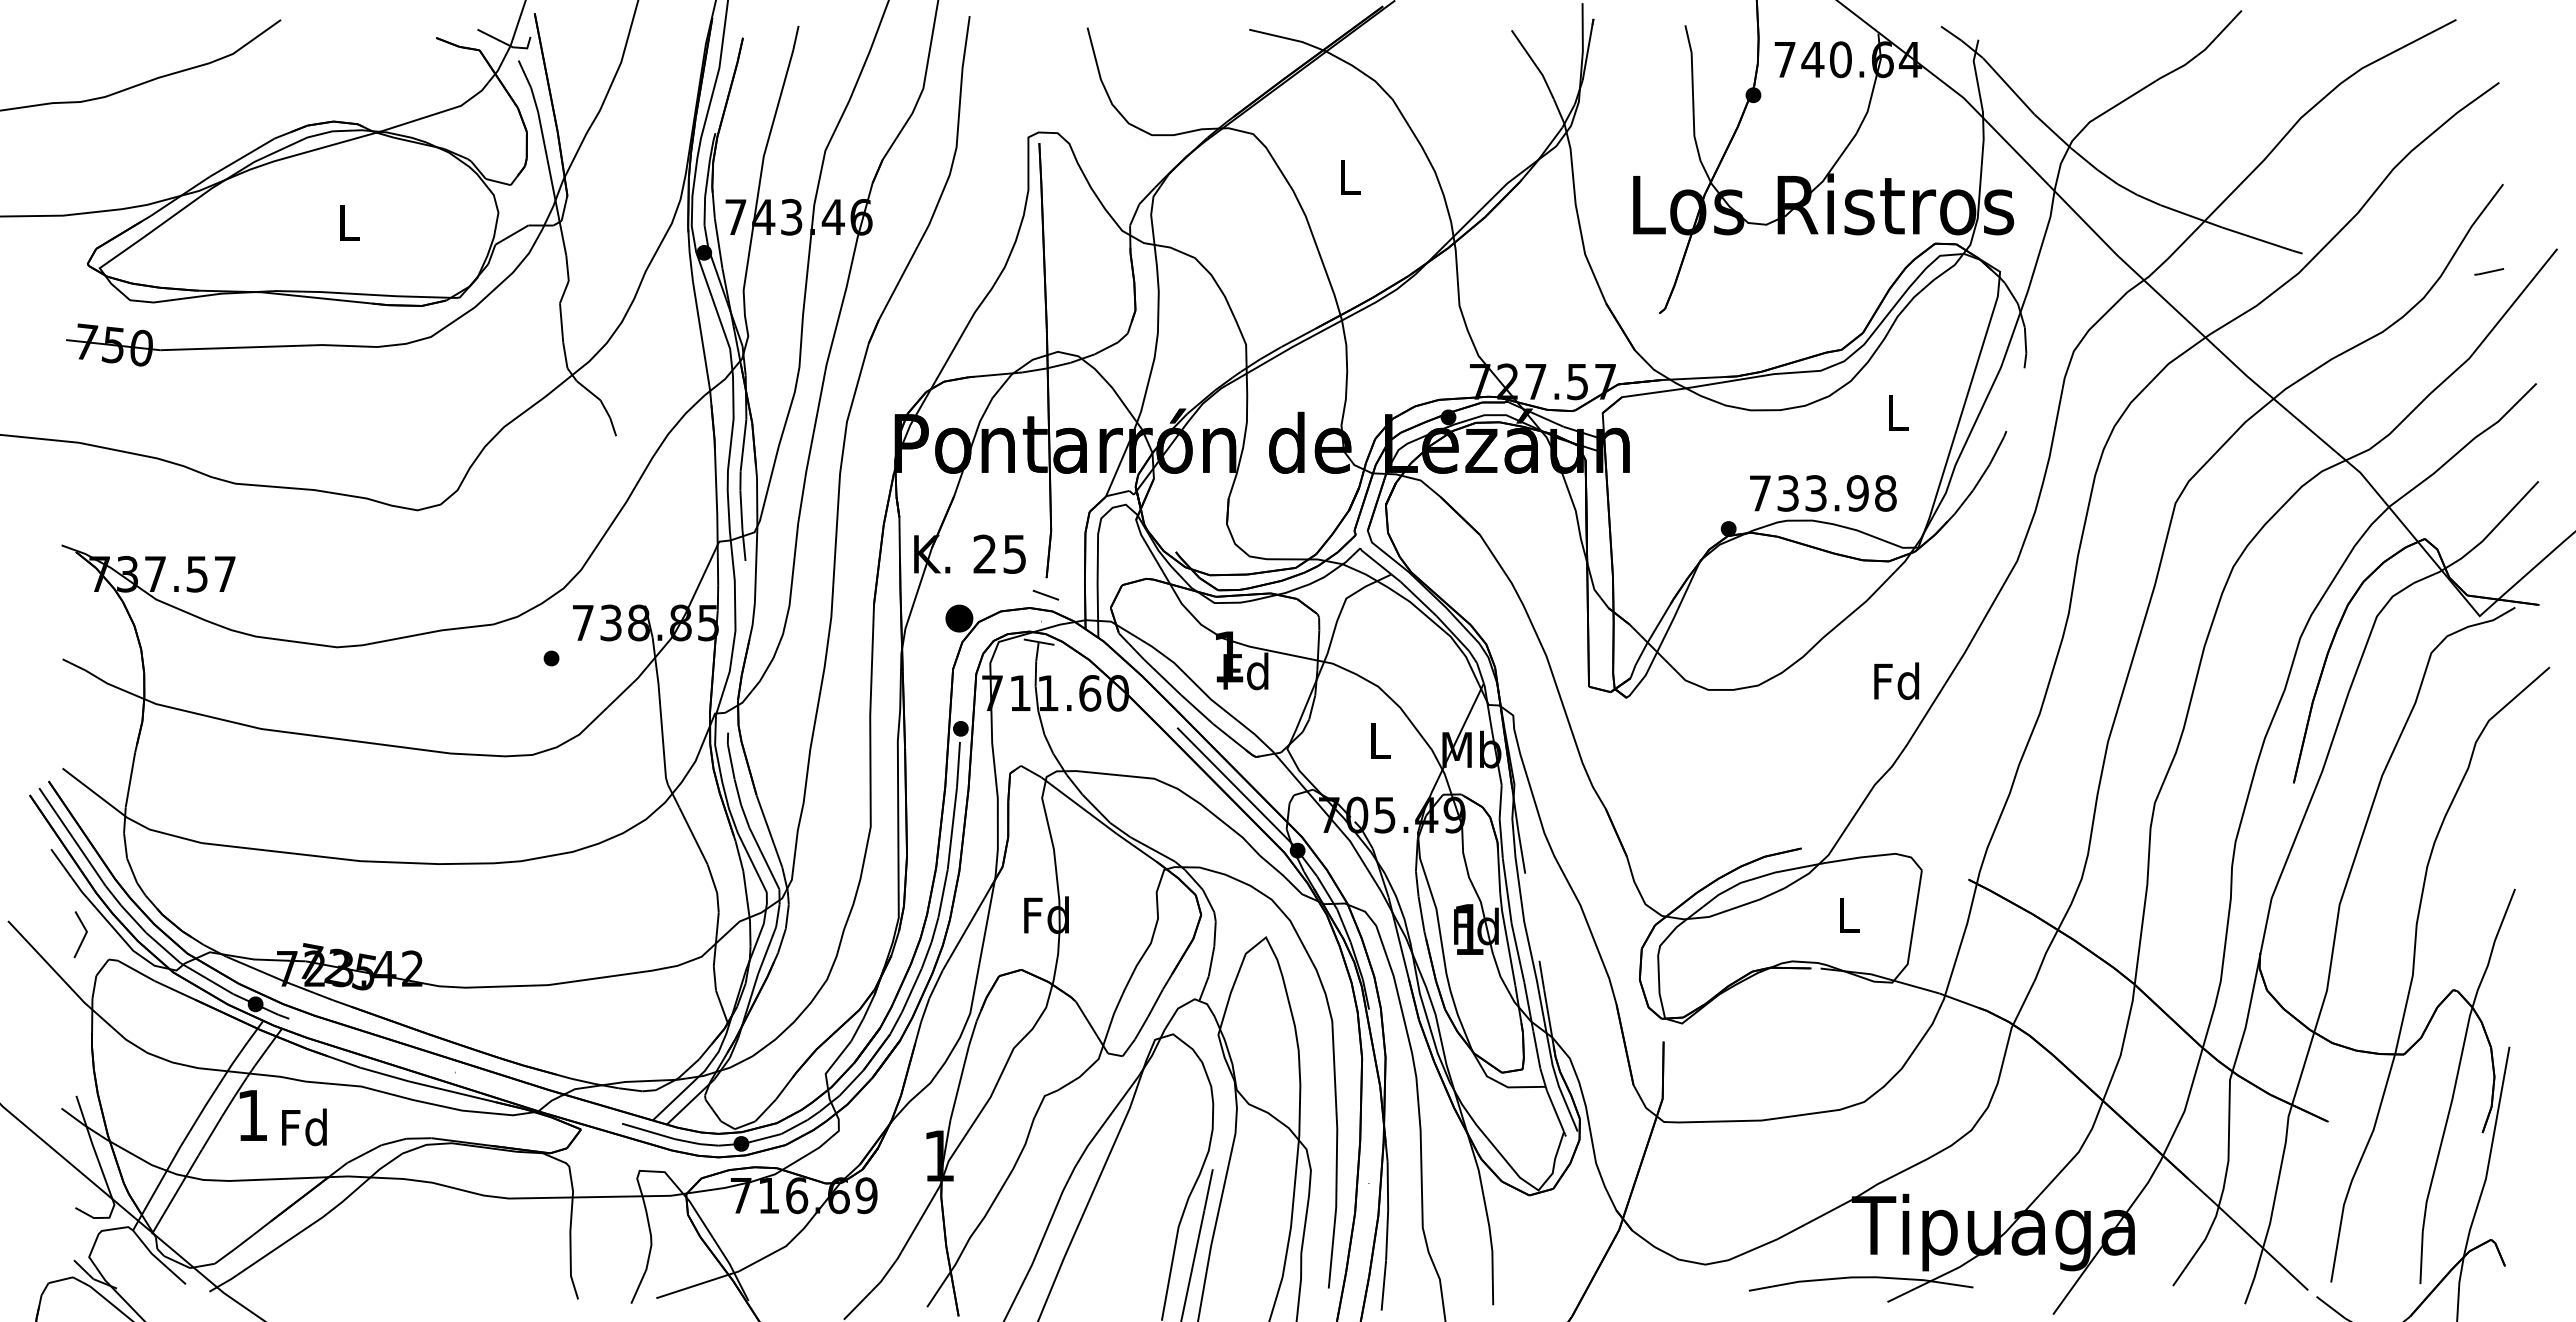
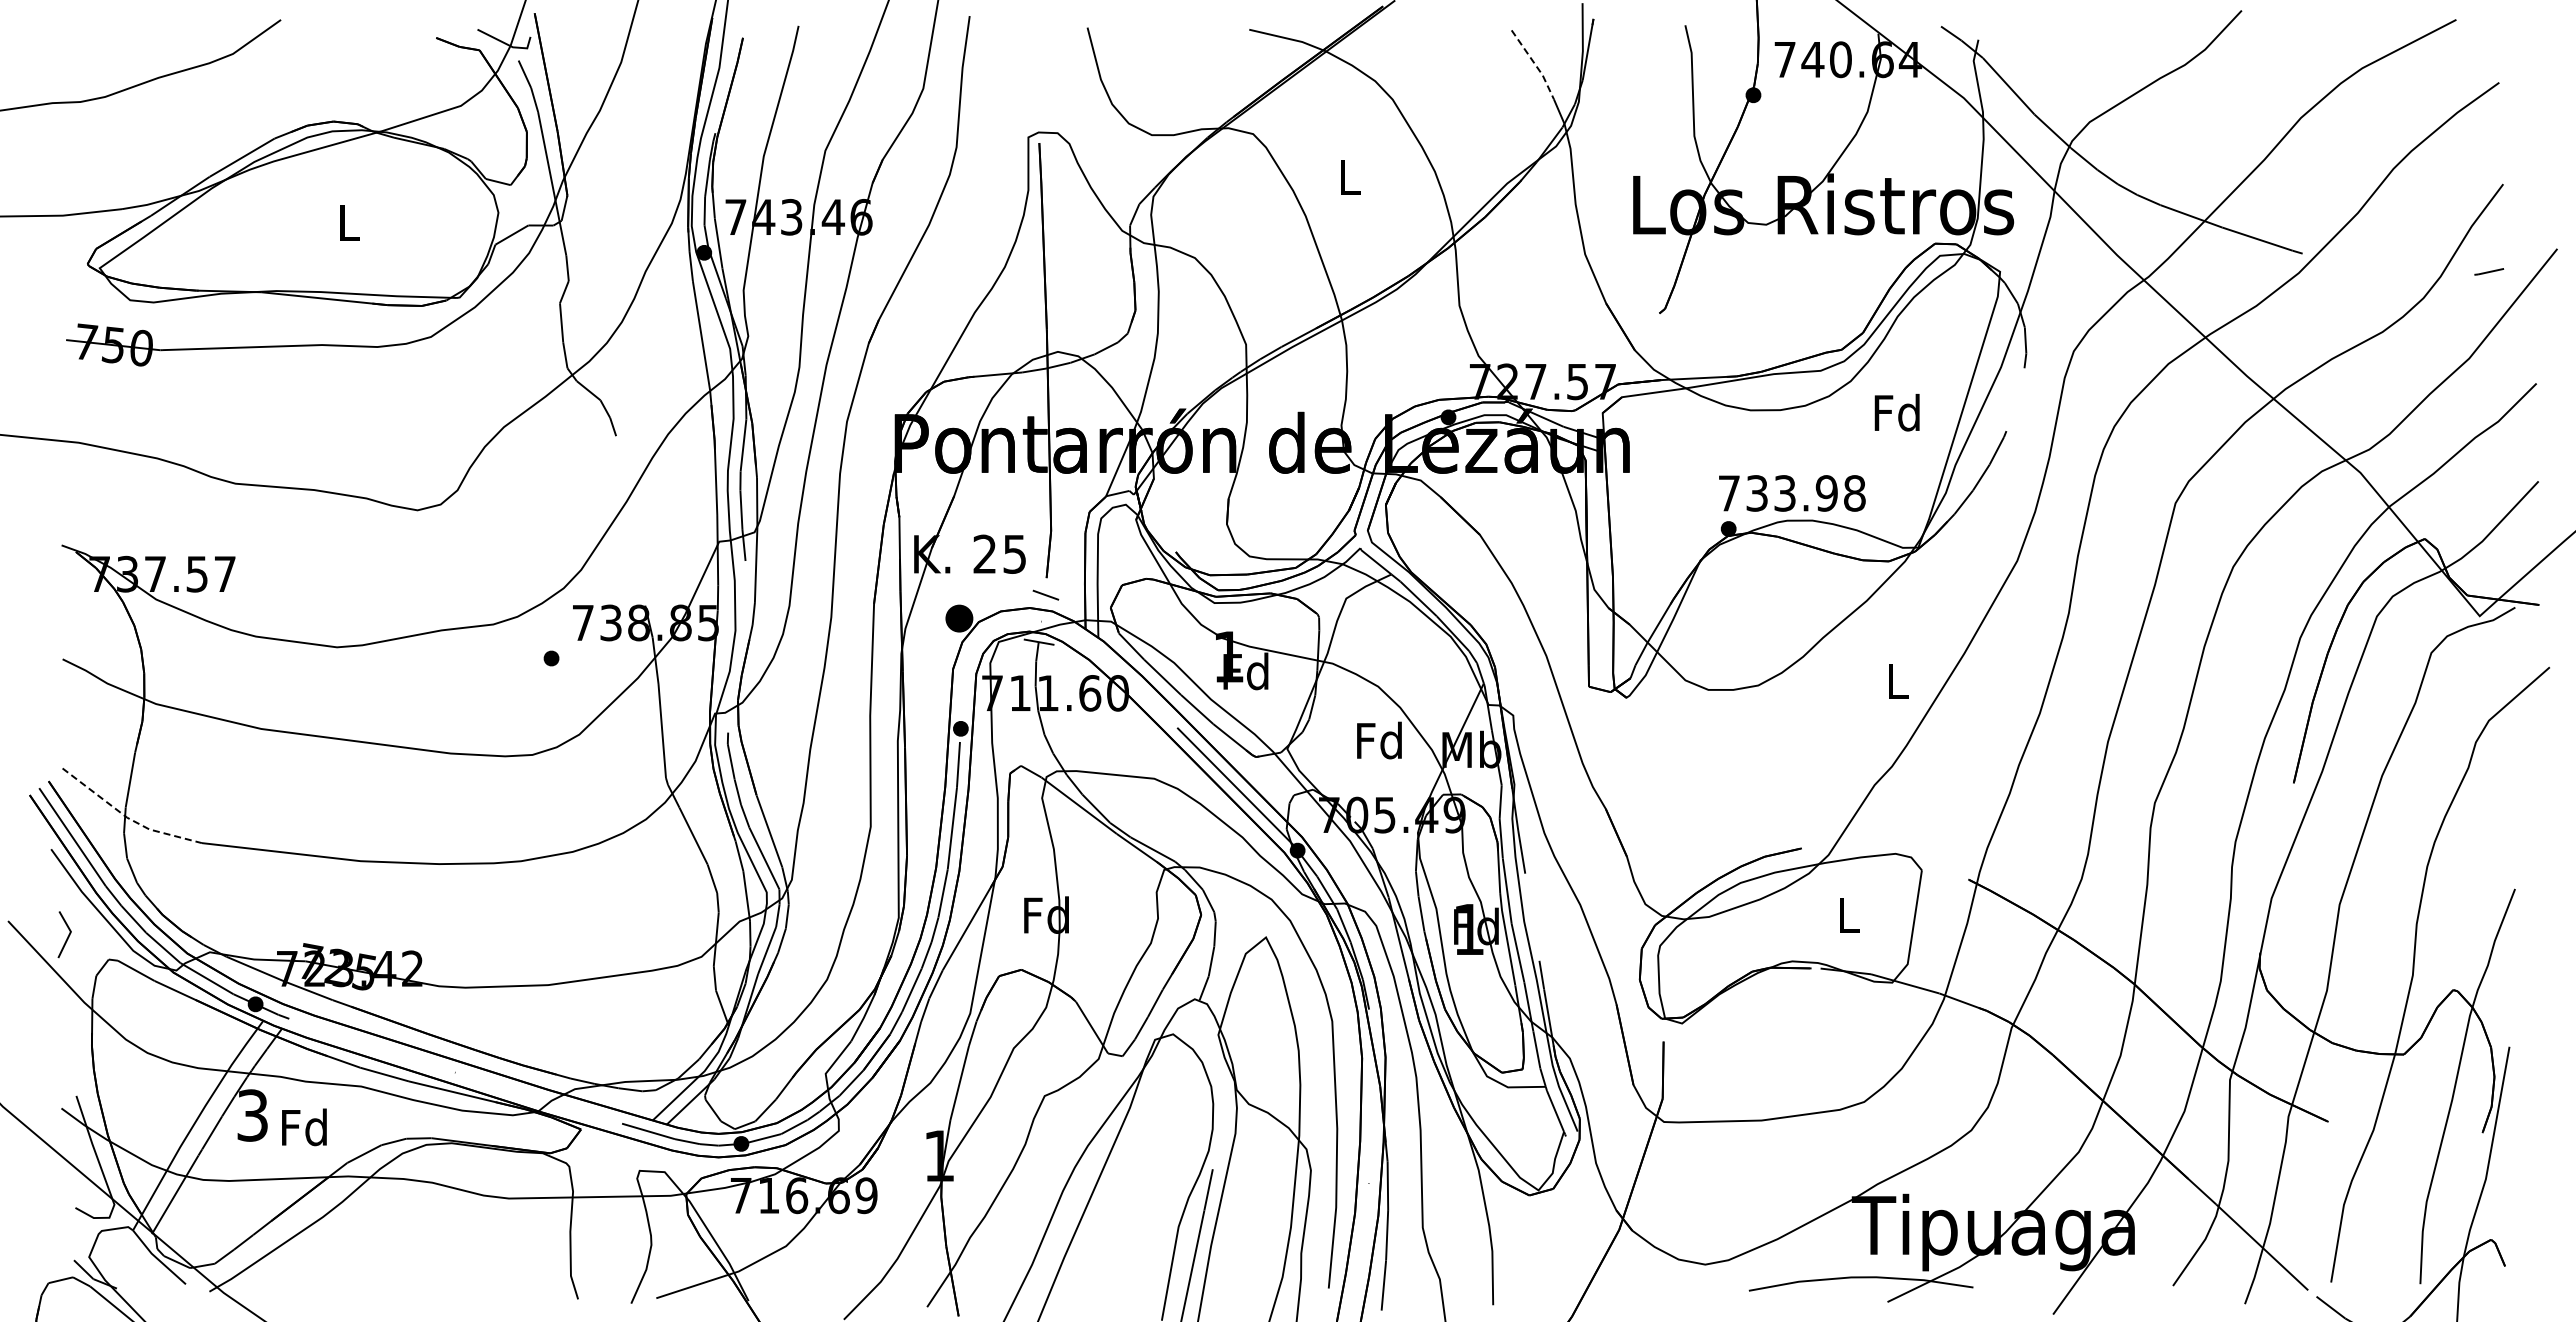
line at (1535, 64): solid -> dashed
text at (1896, 412): L -> Fd
text at (1823, 493) position: (1823, 493) -> (1792, 493)
text at (1896, 681): Fd -> L
text at (1379, 740): L -> Fd
line at (127, 817): solid -> dashed
line at (83, 936) position: (83, 936) -> (67, 936)
text at (252, 1115): 1 -> 3
